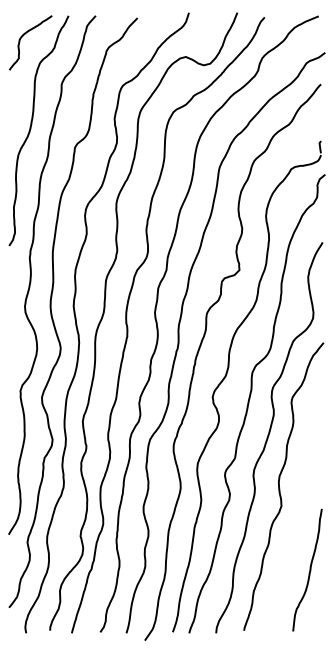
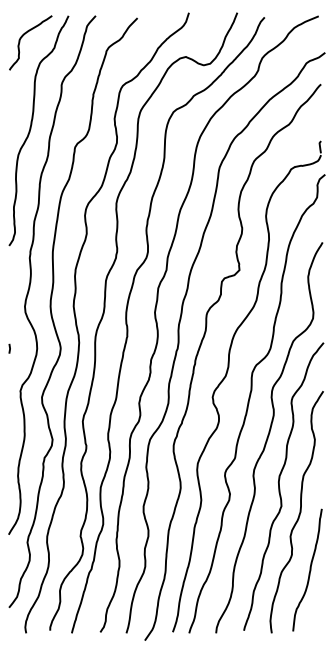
line at (9, 348): none -> present
curve at (298, 514): none -> present
